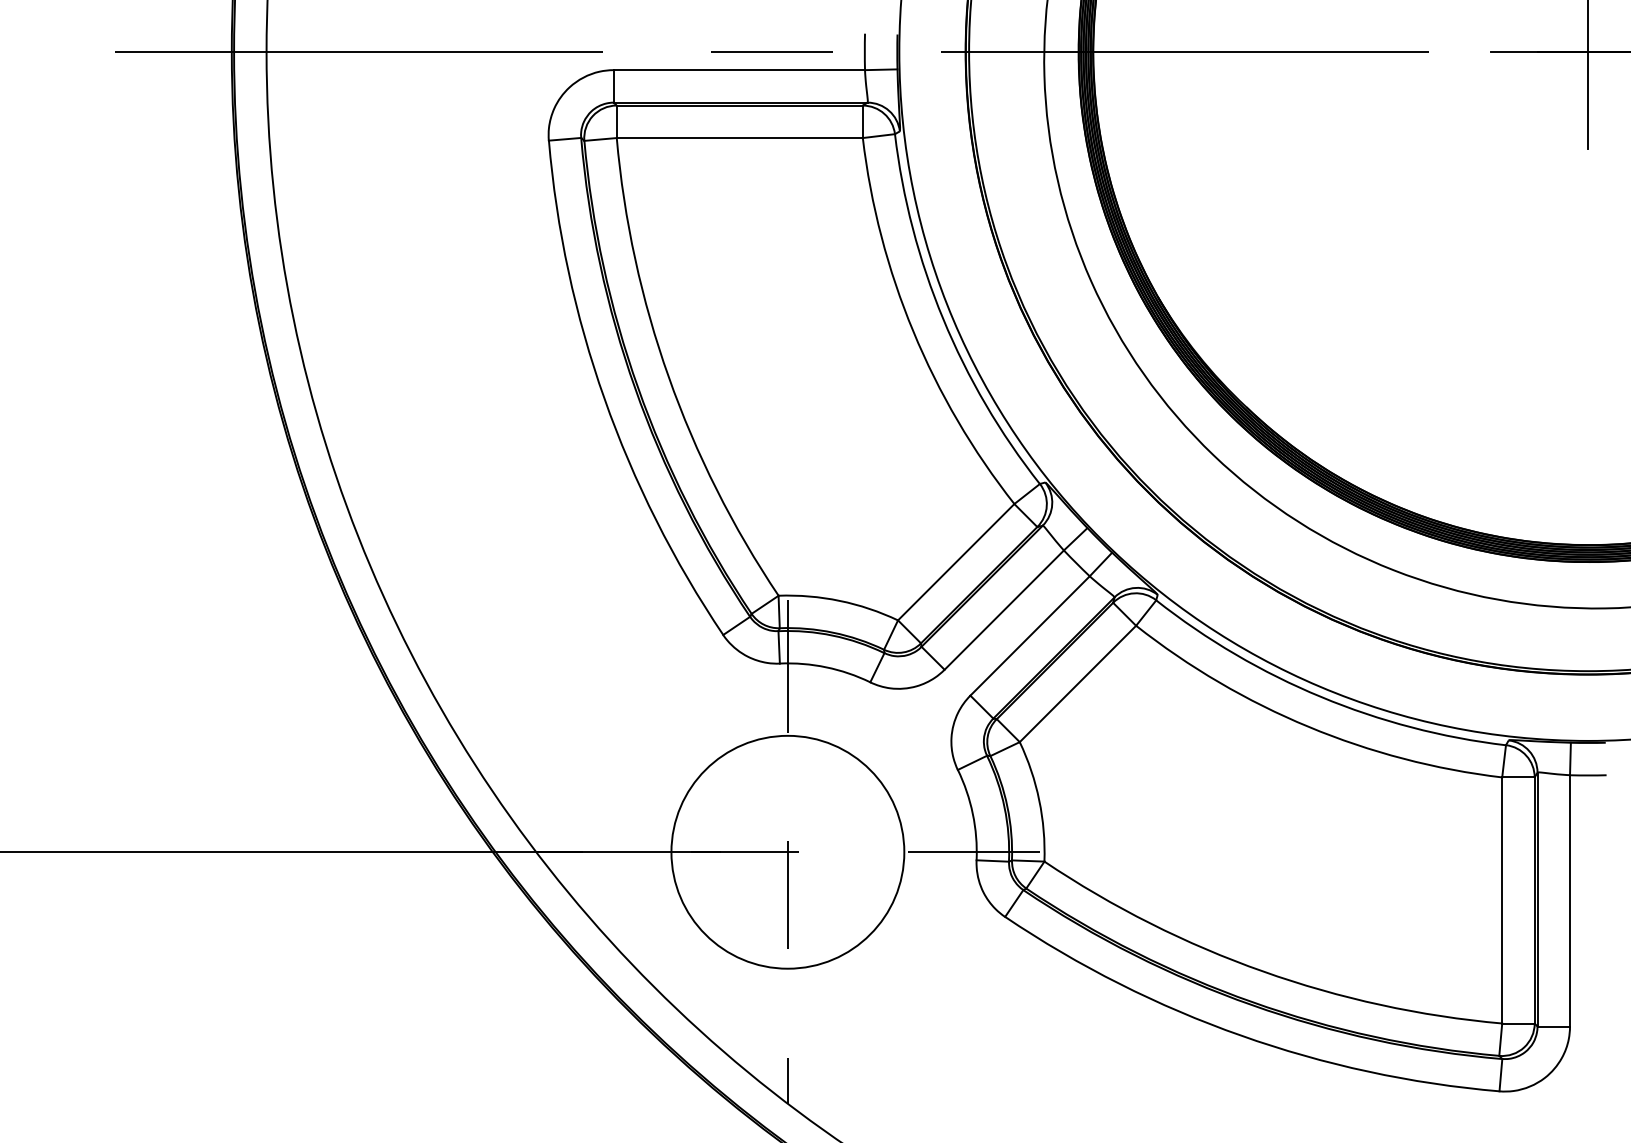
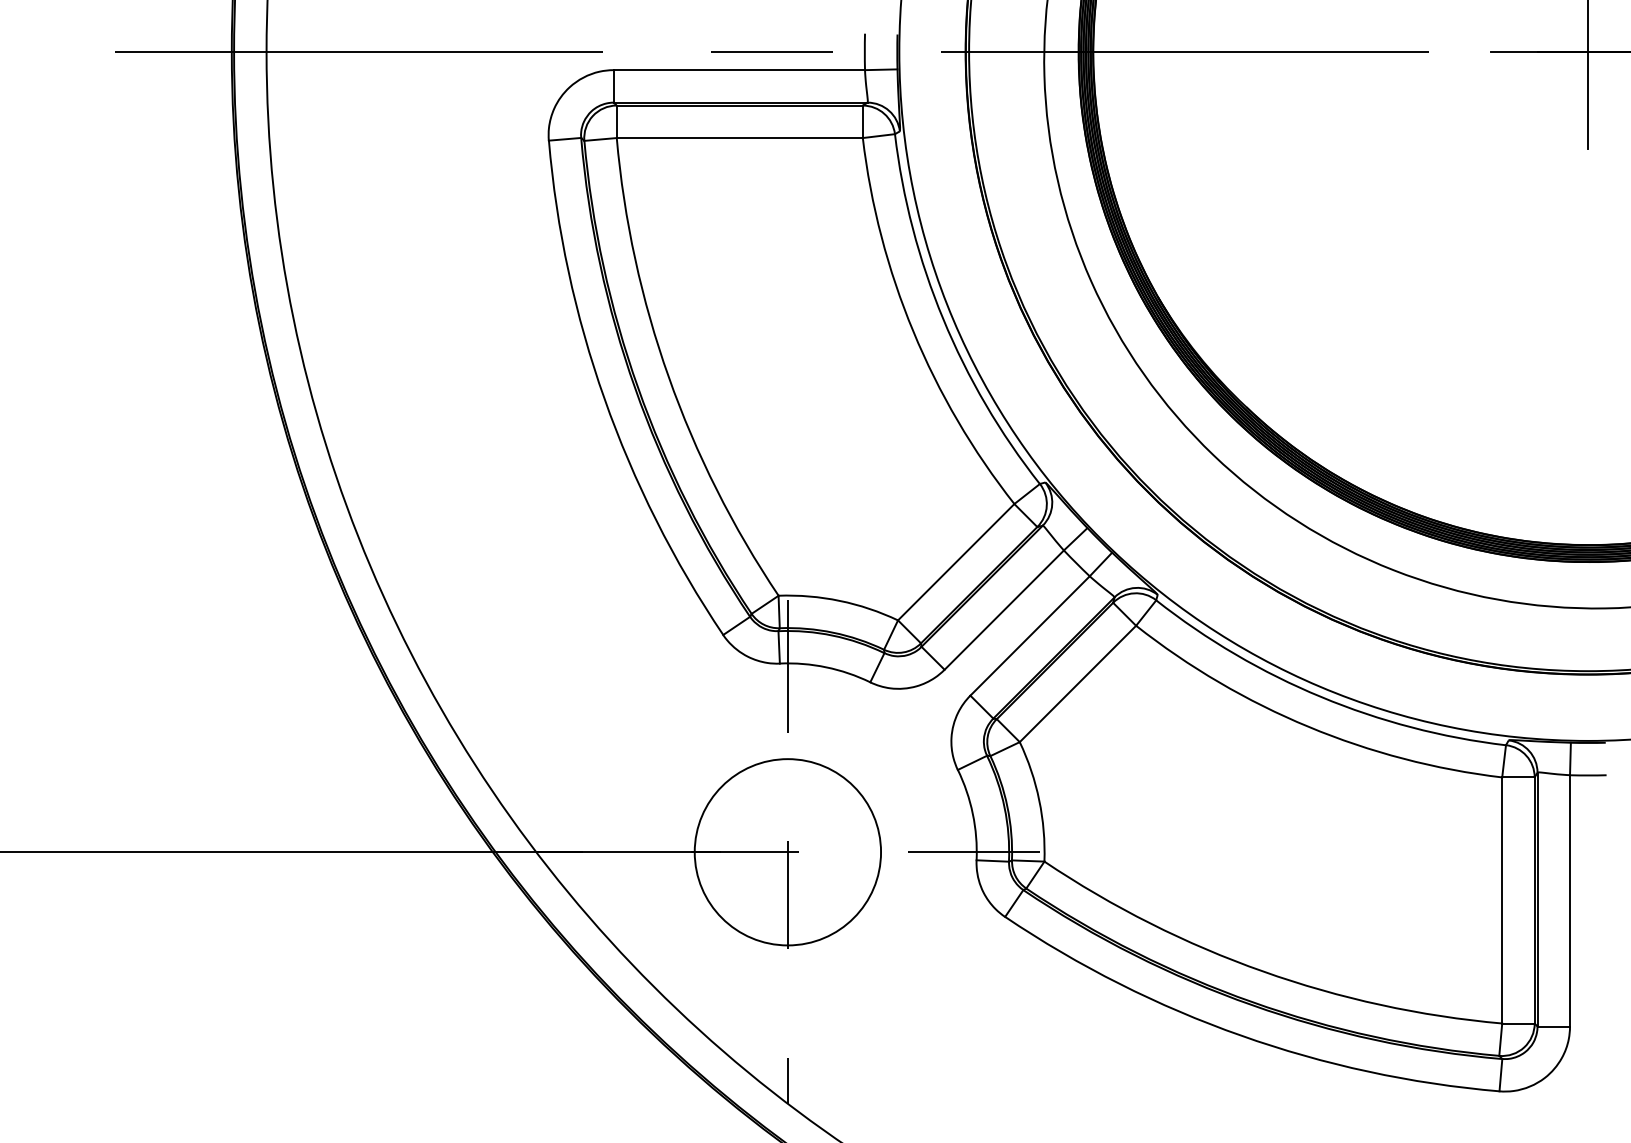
circle at (787, 851) diameter: 233 px -> 186 px
